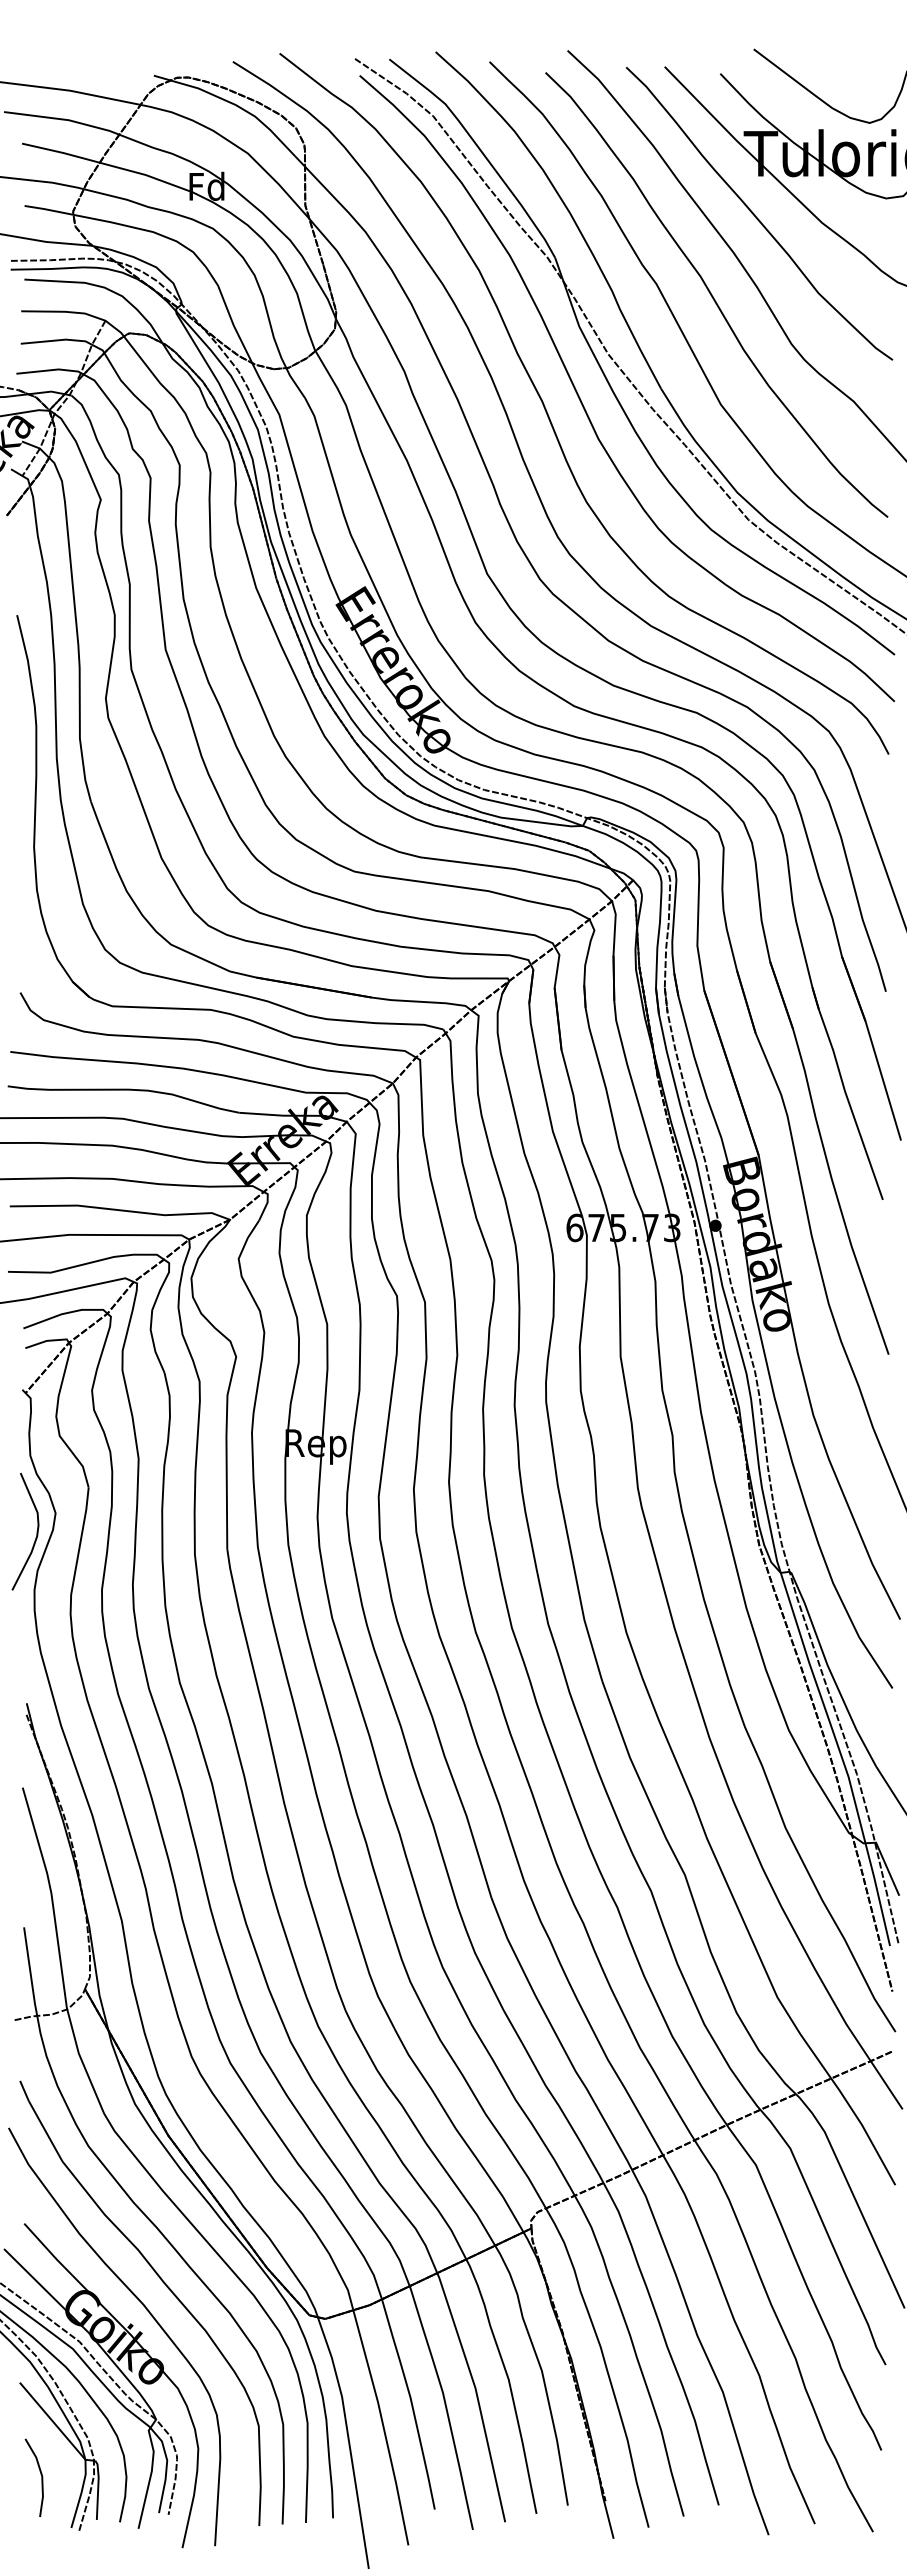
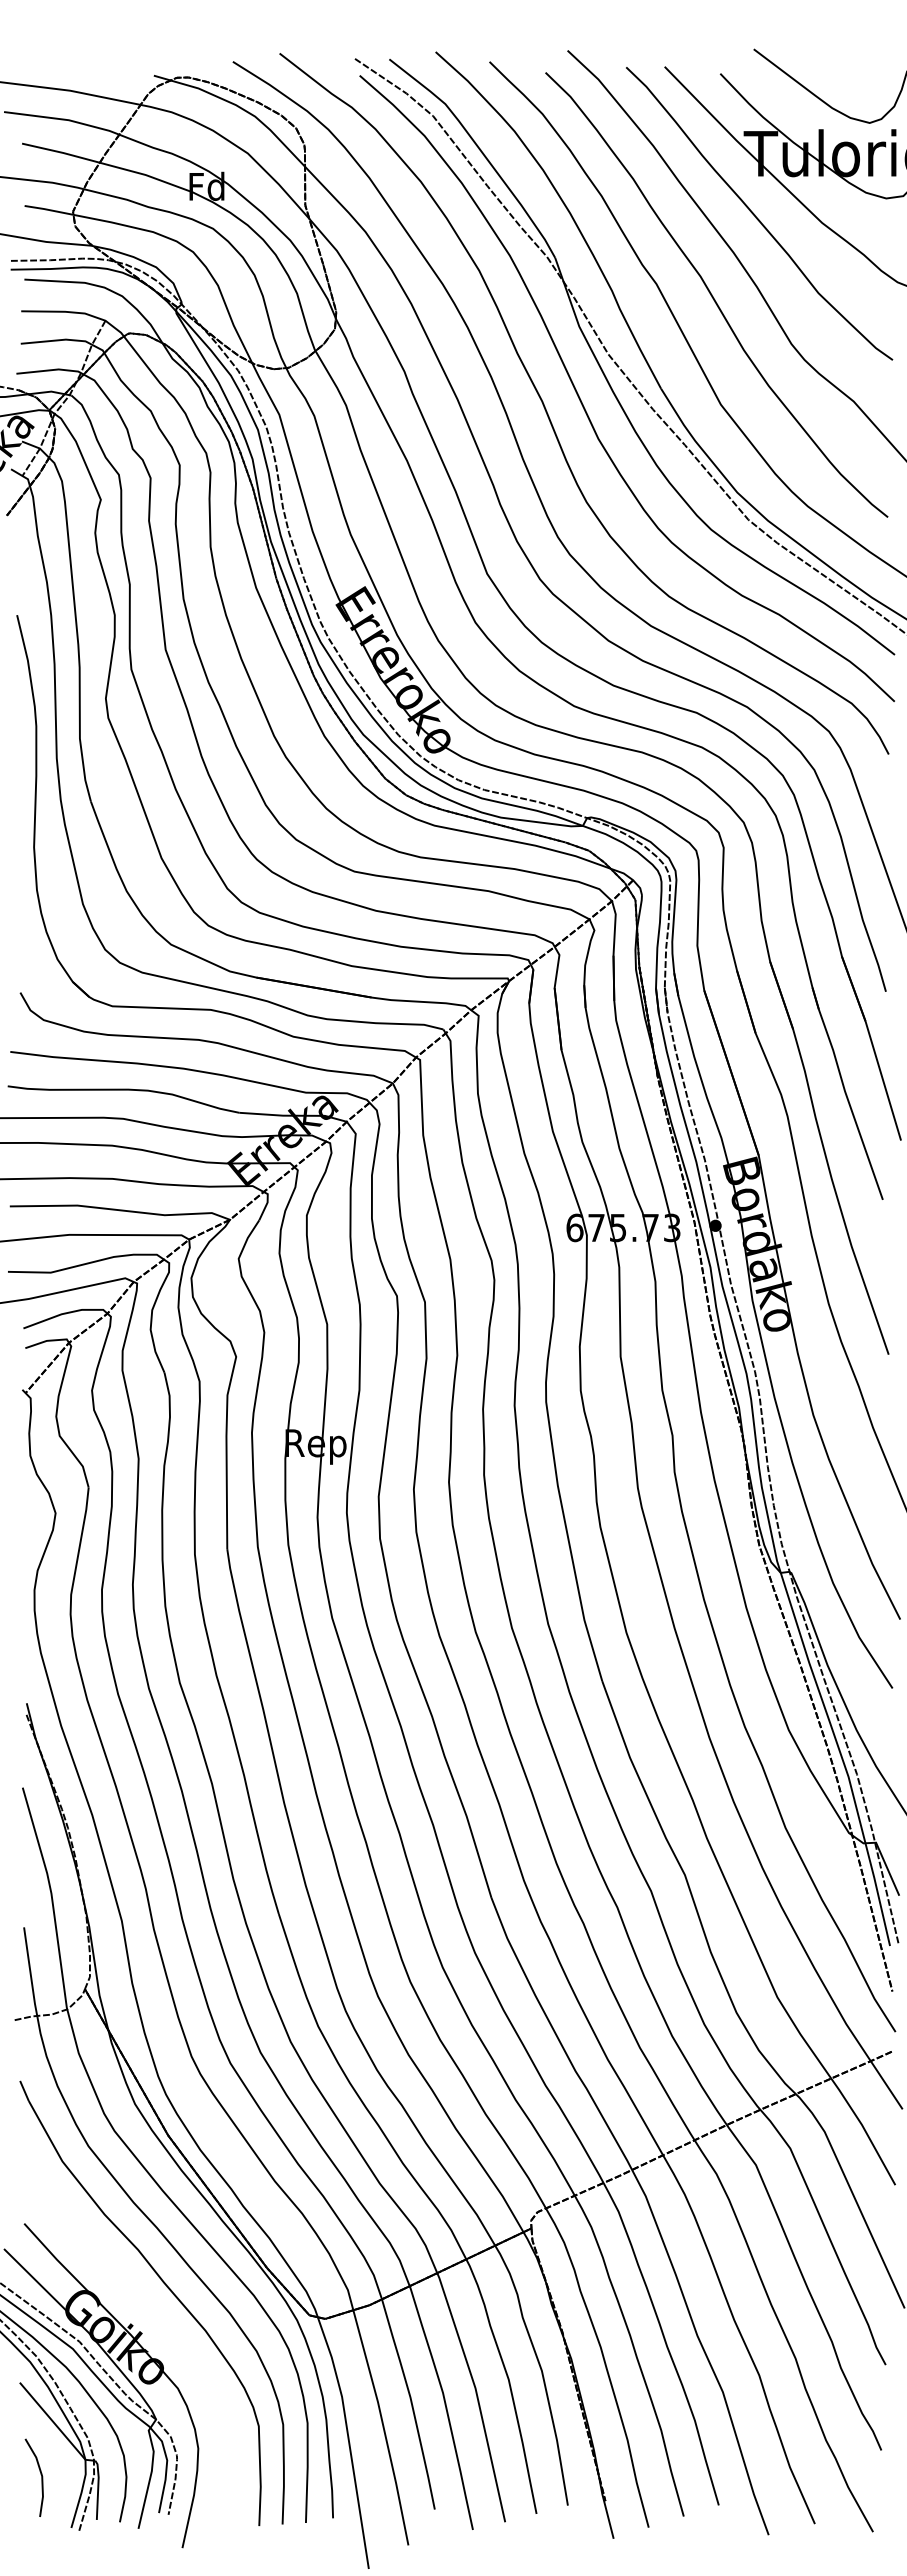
curve at (36, 1531): present -> none
curve at (146, 2310): present -> none
